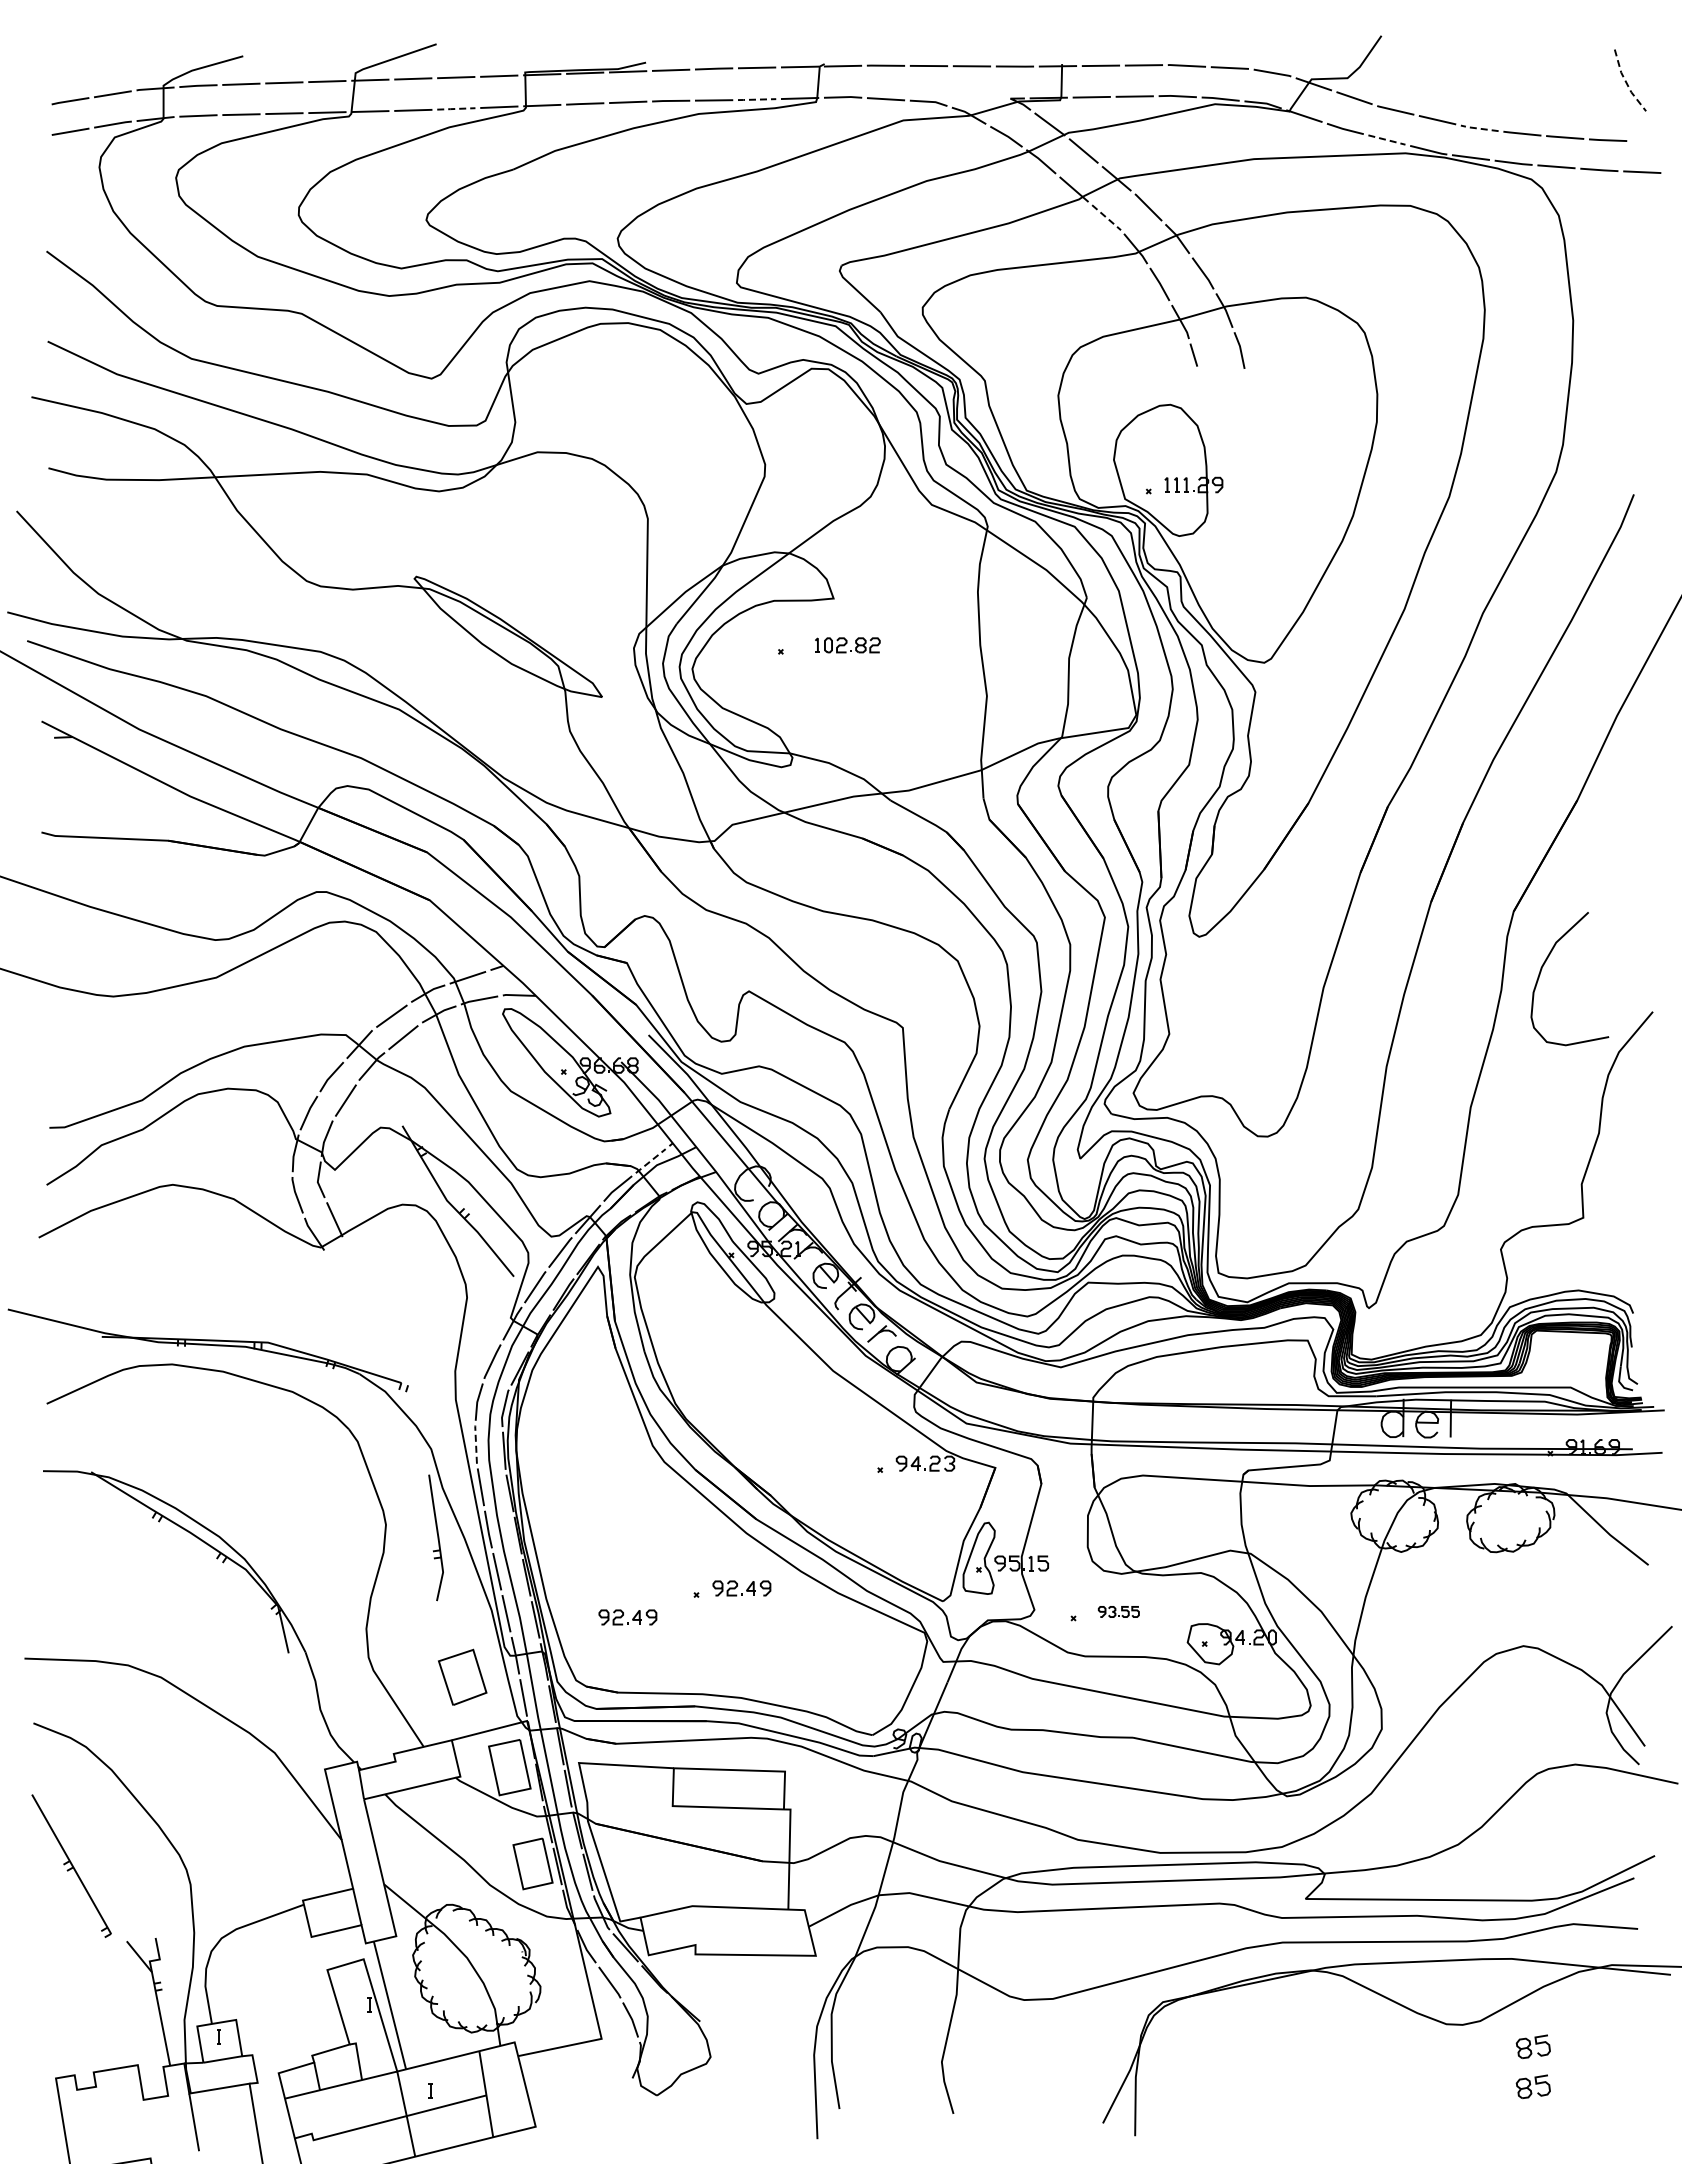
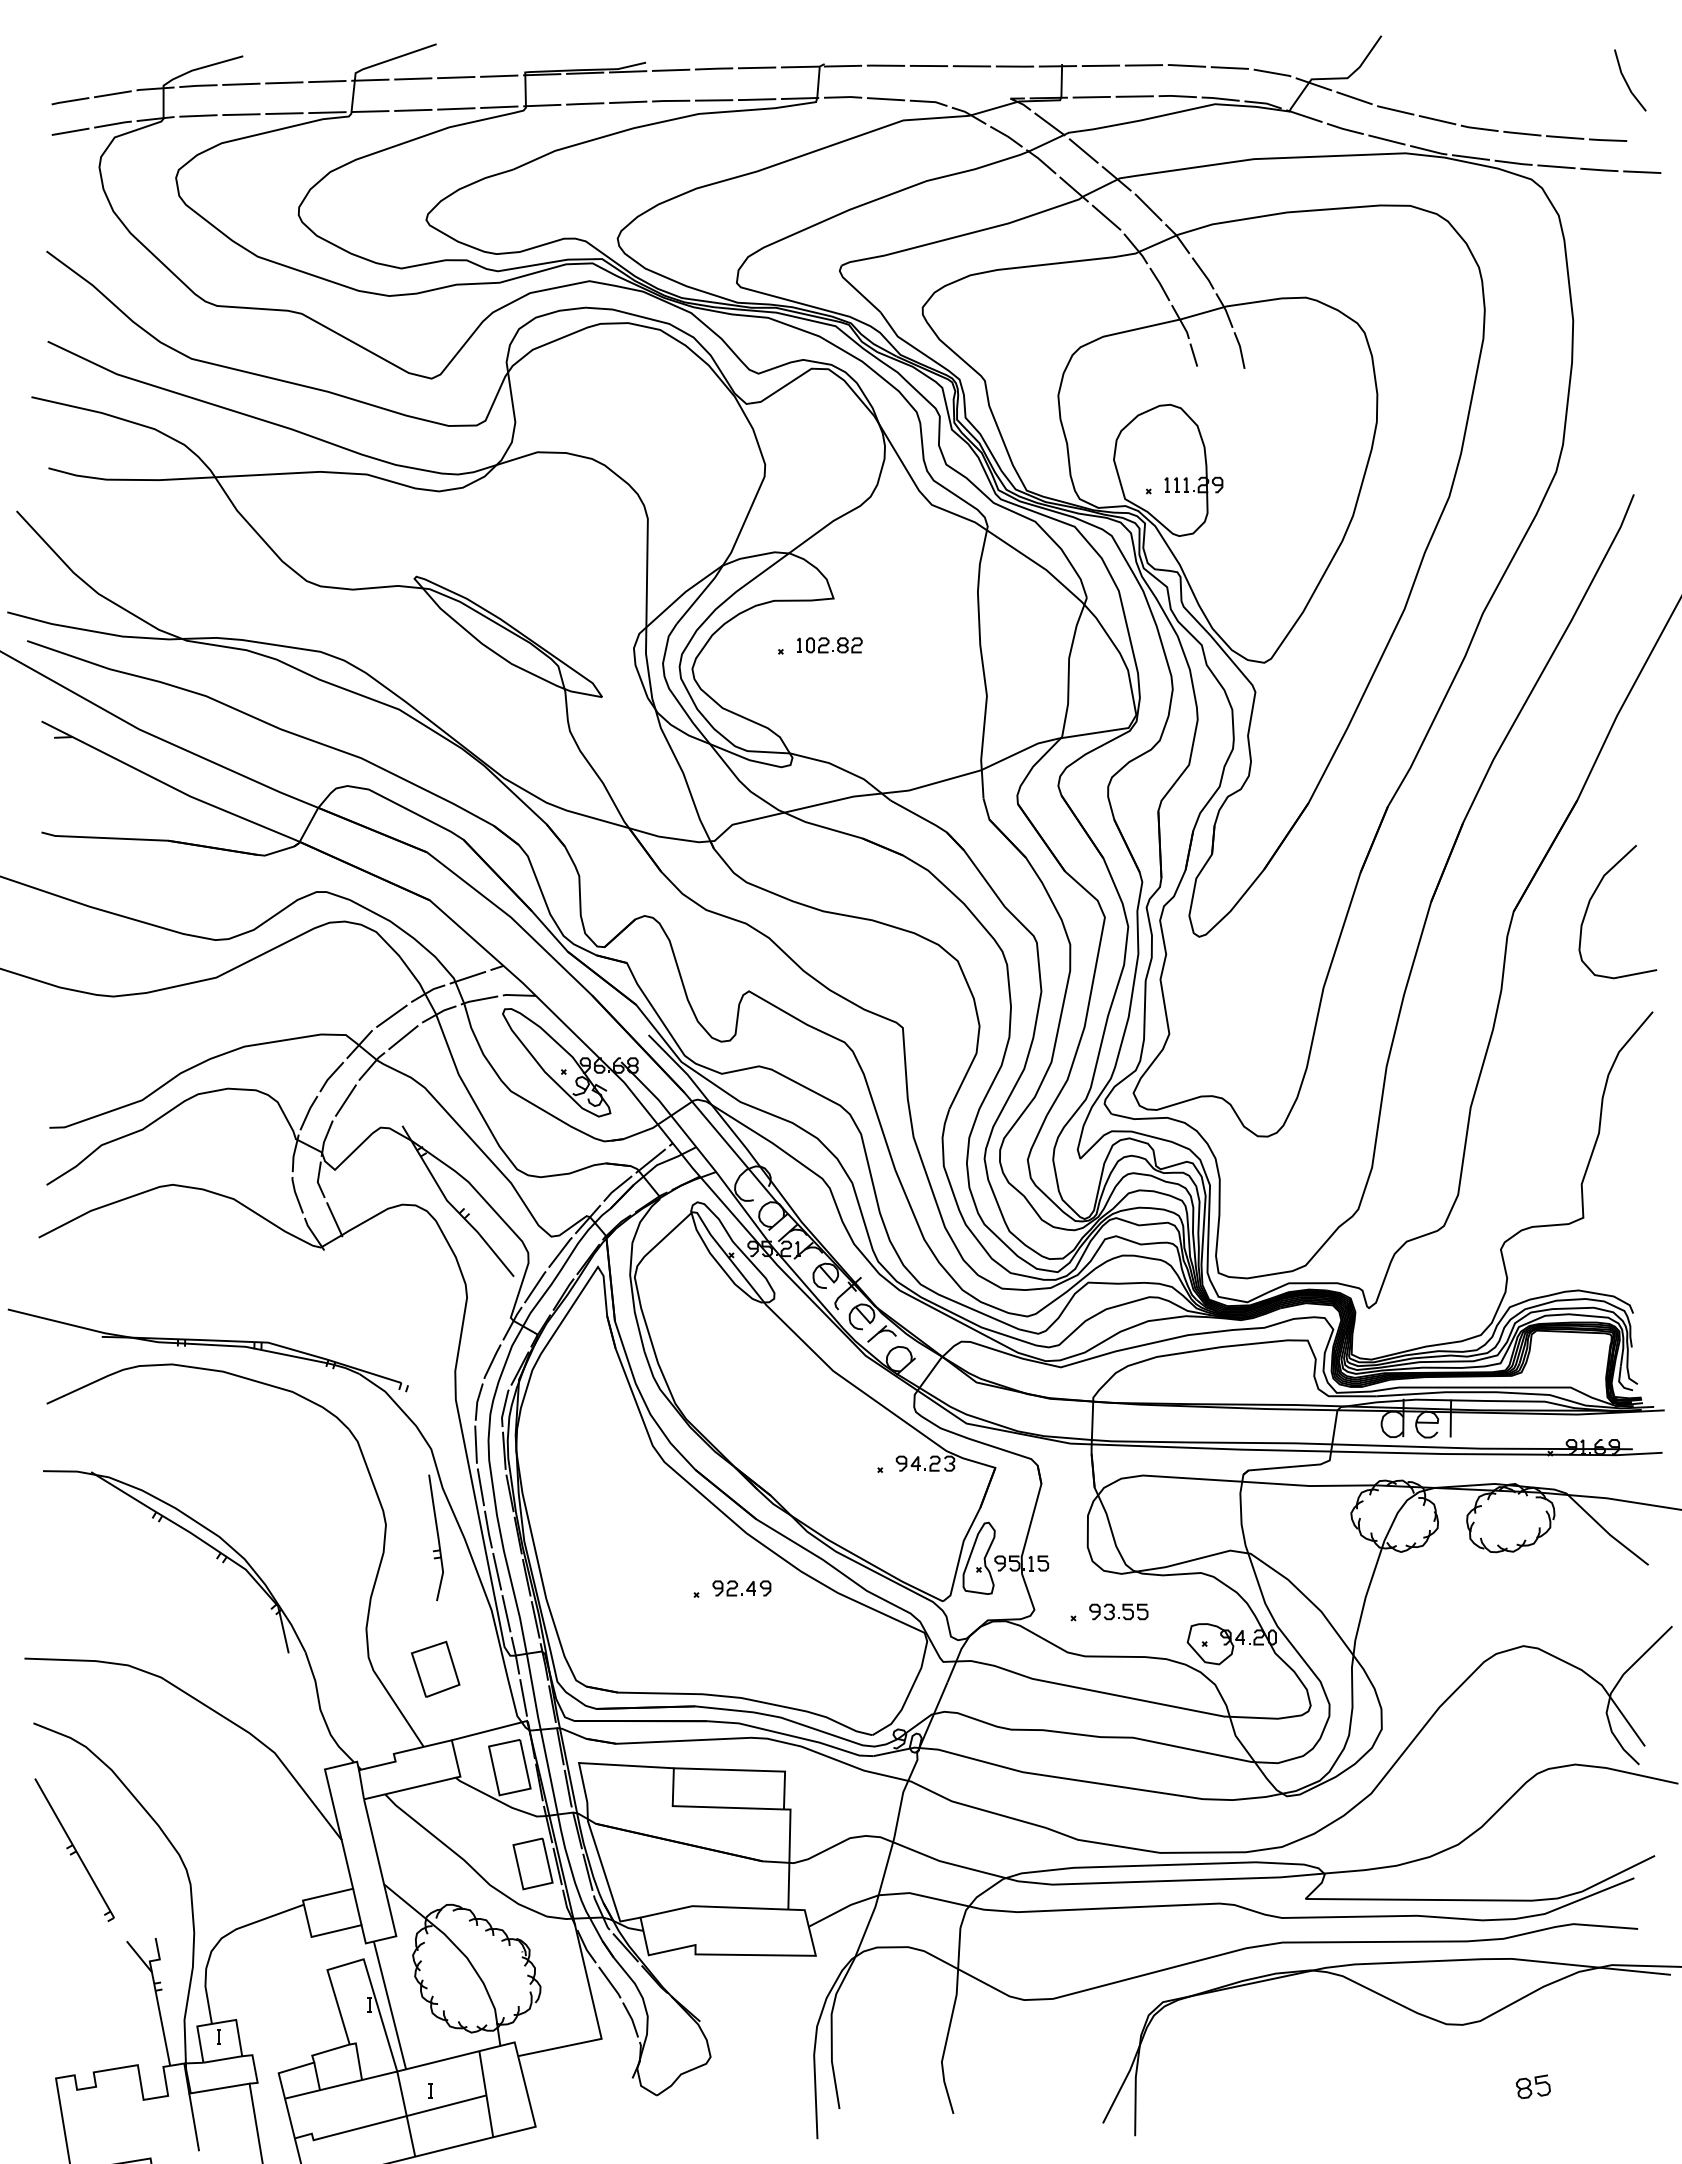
line at (1626, 82): dashed -> solid
line at (756, 99): dashed -> solid
line at (456, 108): dashed -> solid
line at (1478, 128): dashed -> solid
line at (1387, 140): dashed -> solid
line at (1106, 218): dashed -> solid
part at (847, 645) position: (847, 645) -> (829, 645)
curve at (1542, 969) position: (1542, 969) -> (1590, 902)
line at (650, 1161): dashed -> solid
line at (476, 1443): dashed -> solid
part at (1118, 1611) size: 43x12 px -> 60x18 px
part at (627, 1617): present -> none
line at (446, 1680) position: (446, 1680) -> (419, 1672)
part at (71, 1865) position: (71, 1865) -> (74, 1849)
part at (1532, 2046): present -> none
